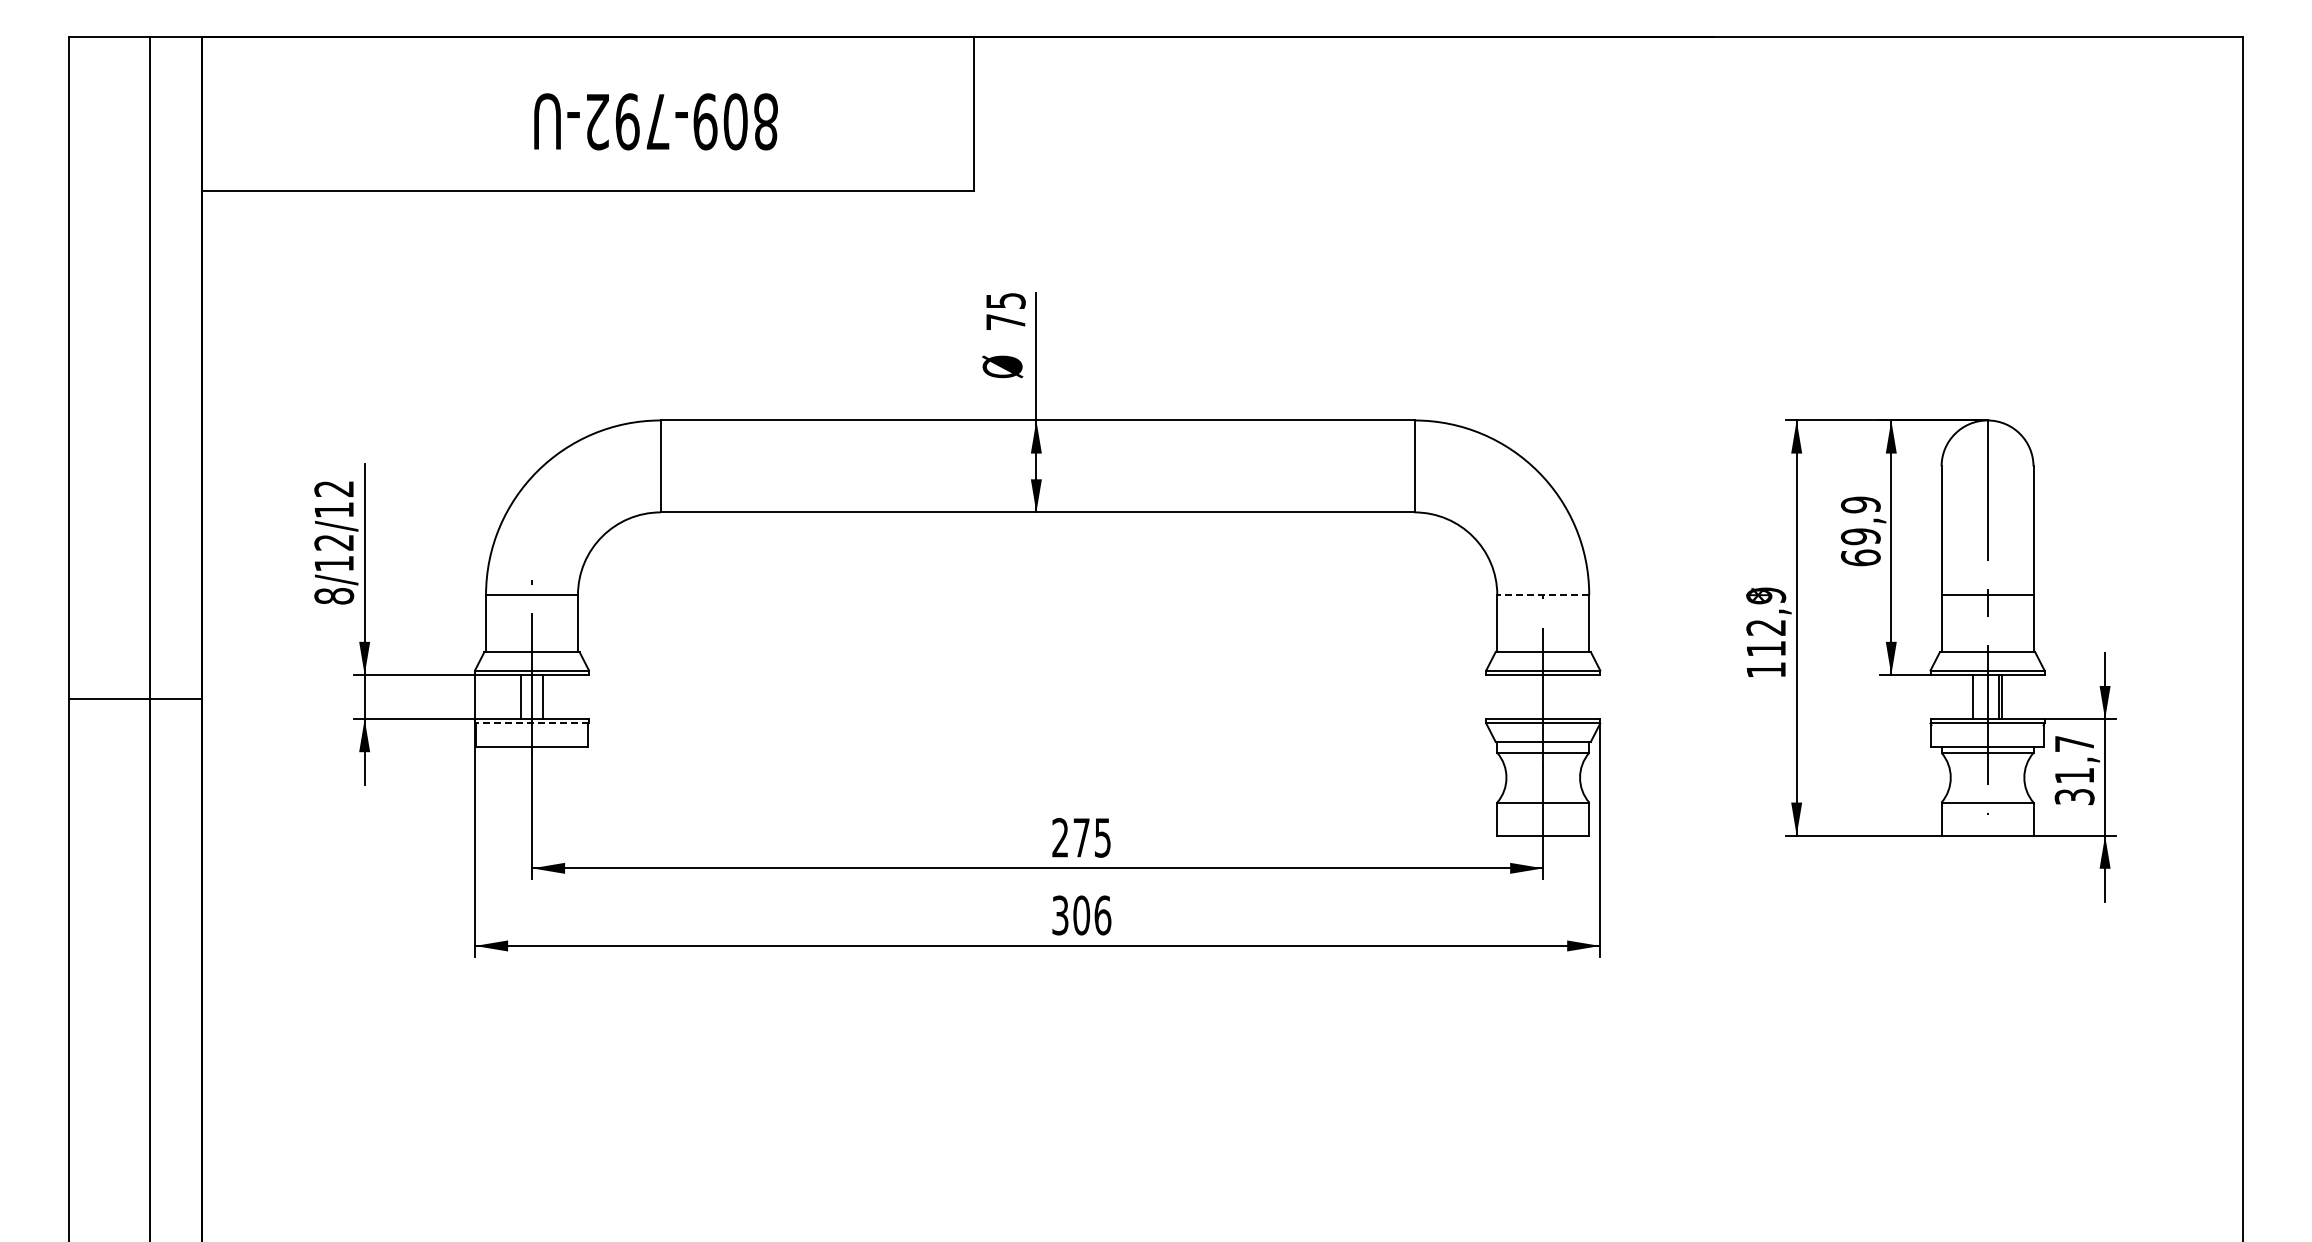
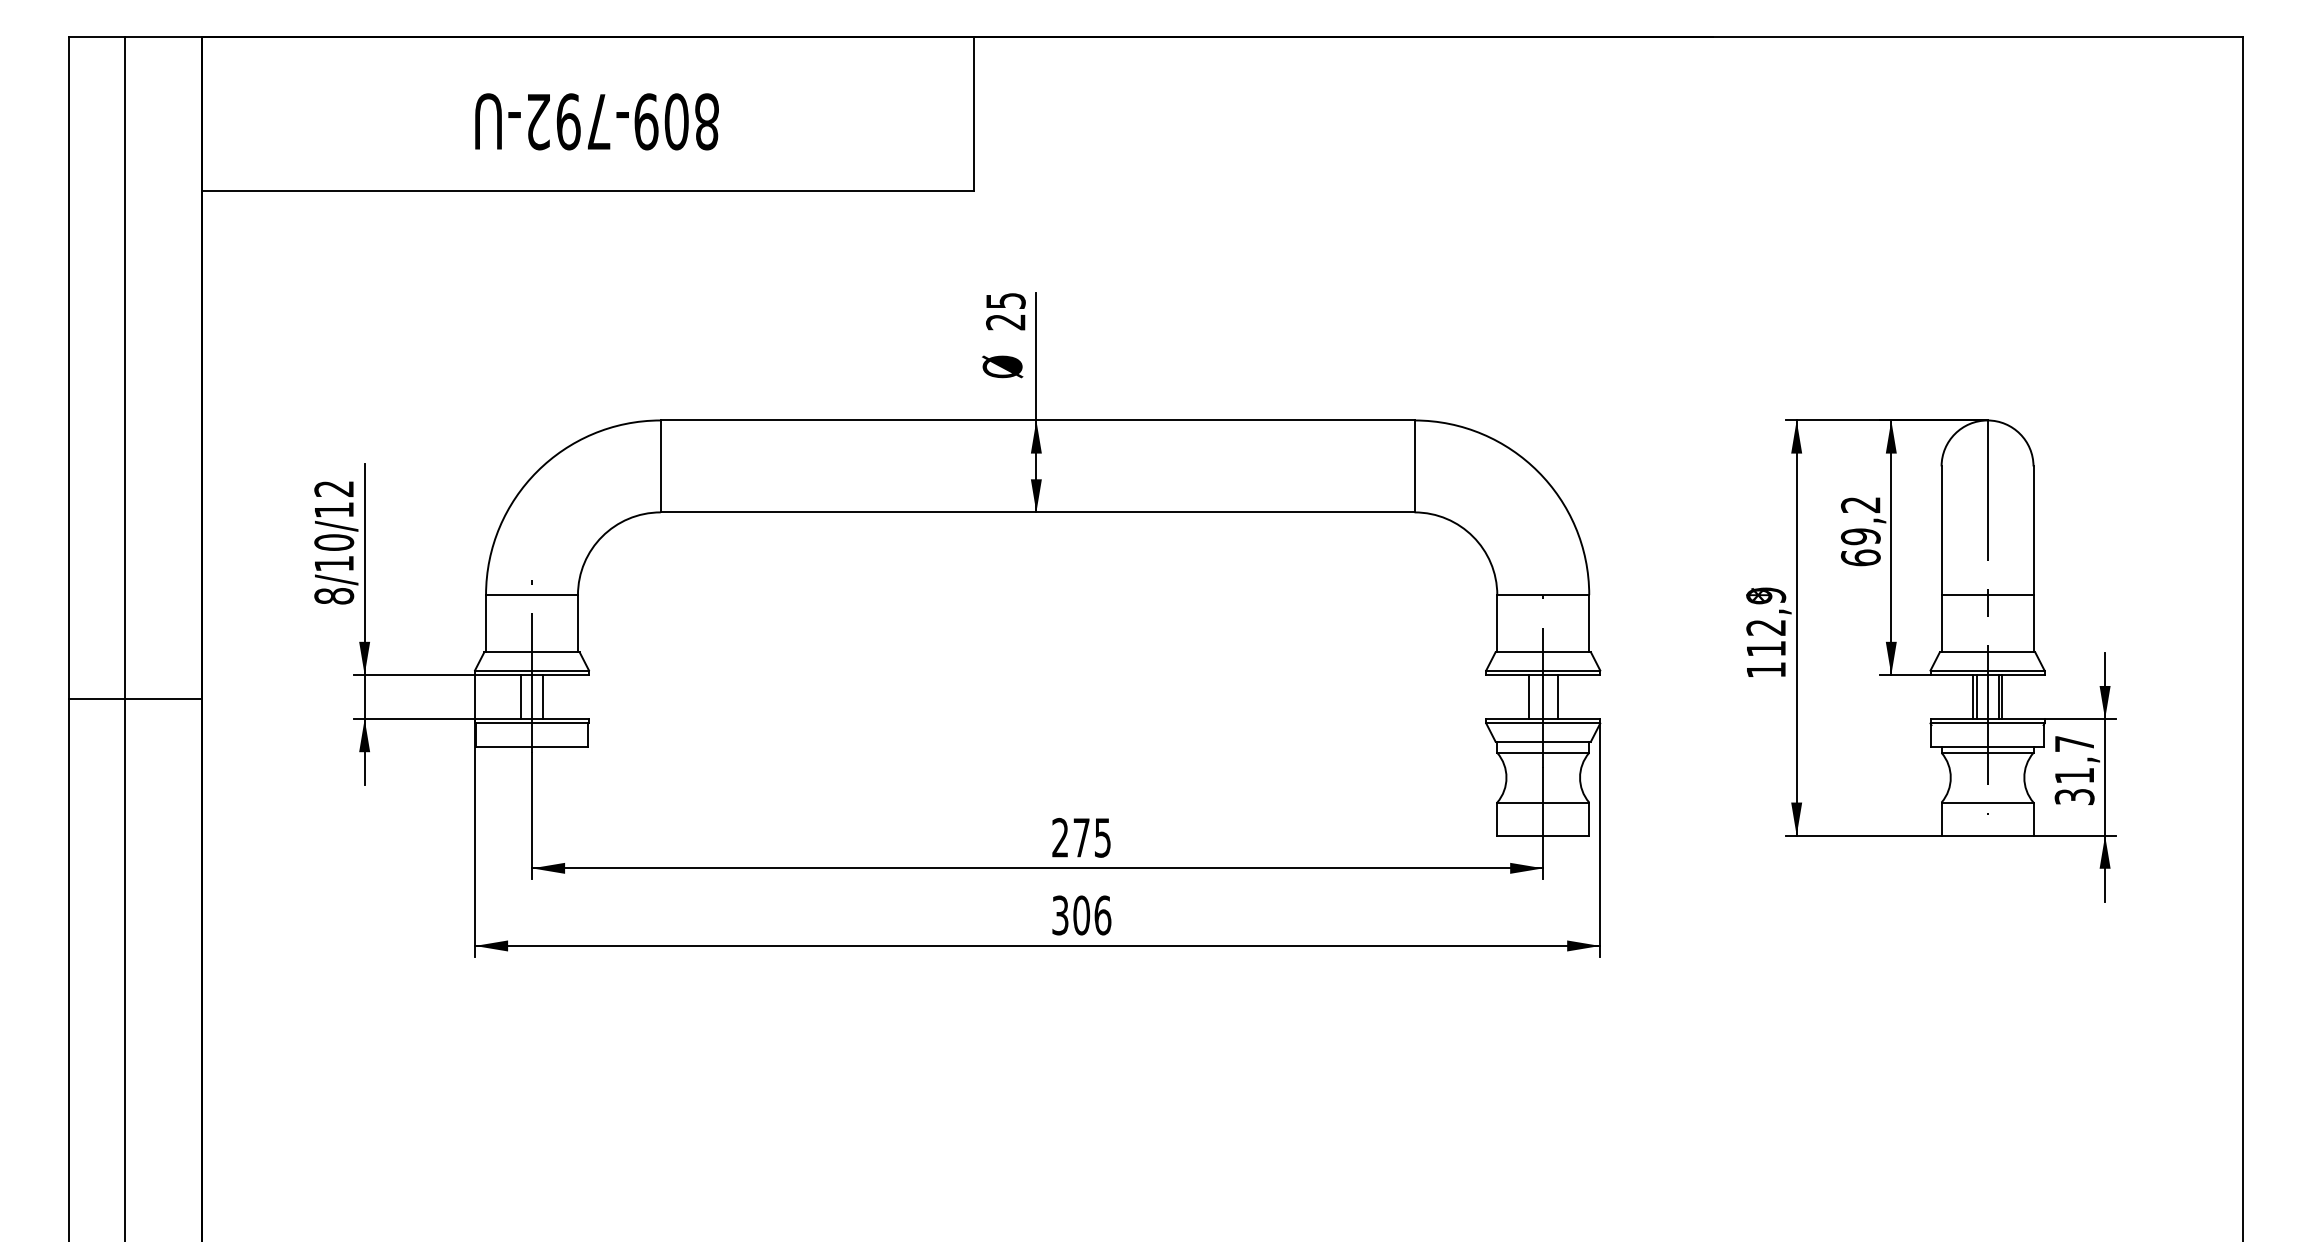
text at (655, 121) position: (655, 121) -> (596, 121)
text at (1005, 322): 75 -> 25
text at (1860, 504): 69,9 -> 69,2
text at (334, 542): 8/12/12 -> 8/10/12
line at (1543, 595): dashed -> solid
line at (149, 637) position: (149, 637) -> (124, 637)
line at (1528, 696): none -> present
line at (1557, 696): none -> present
line at (1976, 696): none -> present
line at (532, 723): dashed -> solid
